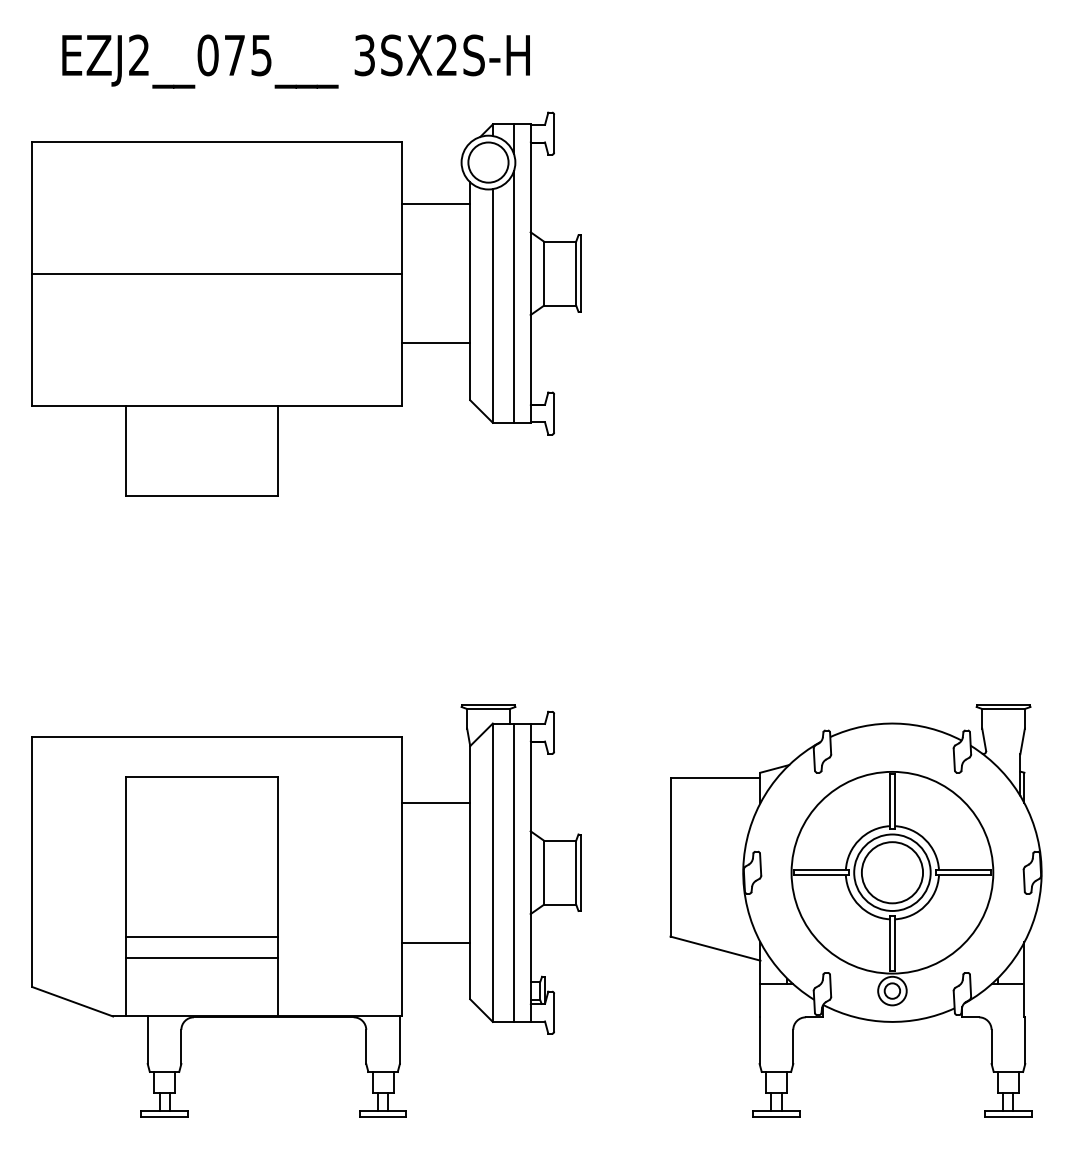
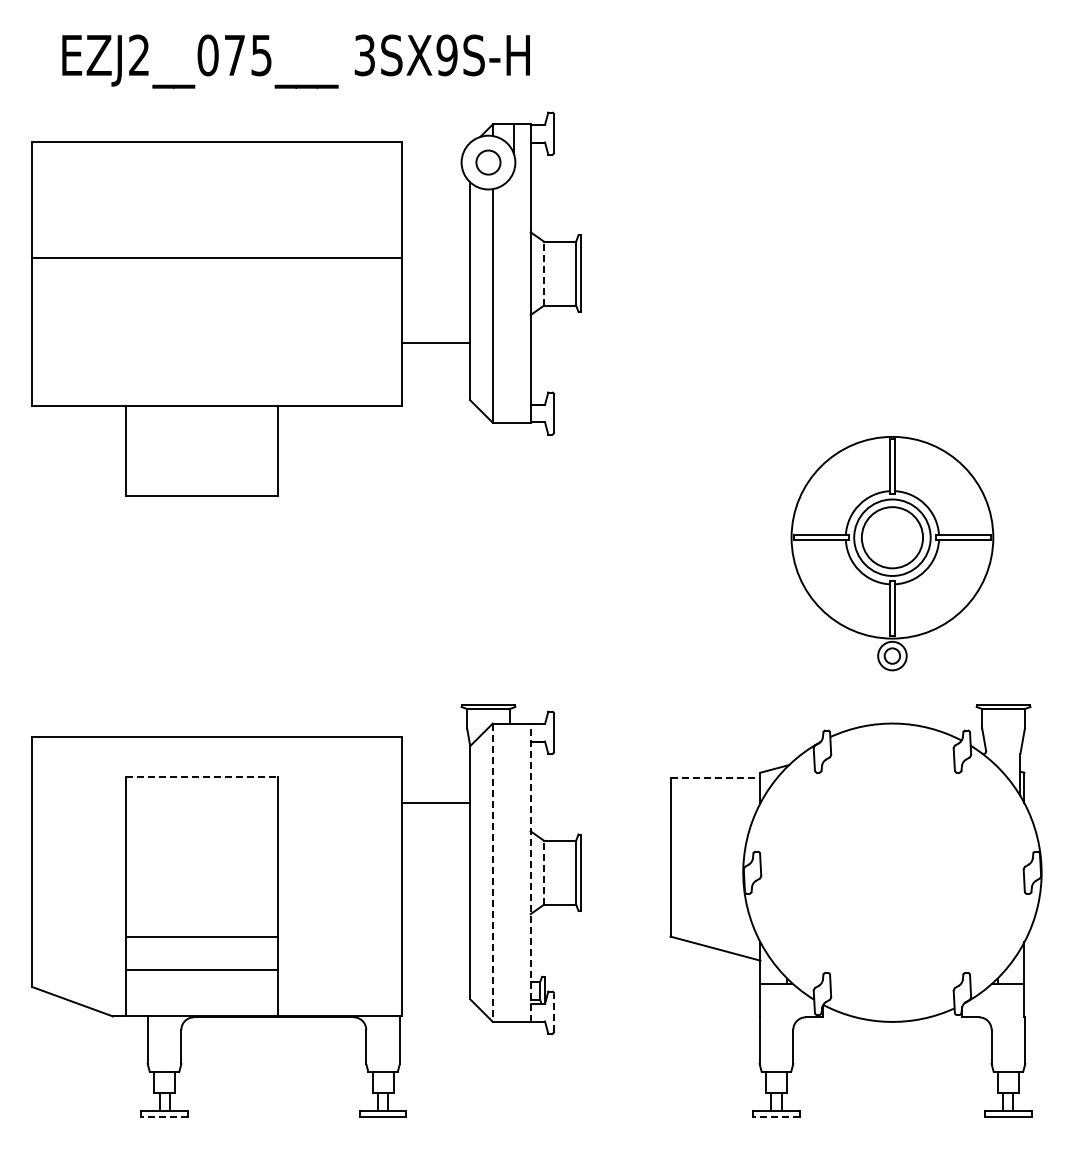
text at (446, 55): 3SX2S-H -> 3SX9S-H
circle at (488, 162) diameter: 40 px -> 24 px
line at (436, 203): present -> none
line at (217, 273) position: (217, 273) -> (217, 257)
line at (543, 273): solid -> dashed
line at (513, 296): present -> none
line at (202, 776): solid -> dashed
line at (715, 777): solid -> dashed
line at (513, 872): present -> none
line at (530, 872): solid -> dashed
line at (543, 872): solid -> dashed
line at (492, 873): solid -> dashed
part at (892, 888) position: (892, 888) -> (892, 553)
line at (436, 942): present -> none
line at (201, 957) position: (201, 957) -> (201, 969)
line at (554, 1012): solid -> dashed
line at (164, 1116): solid -> dashed
line at (775, 1116): solid -> dashed
